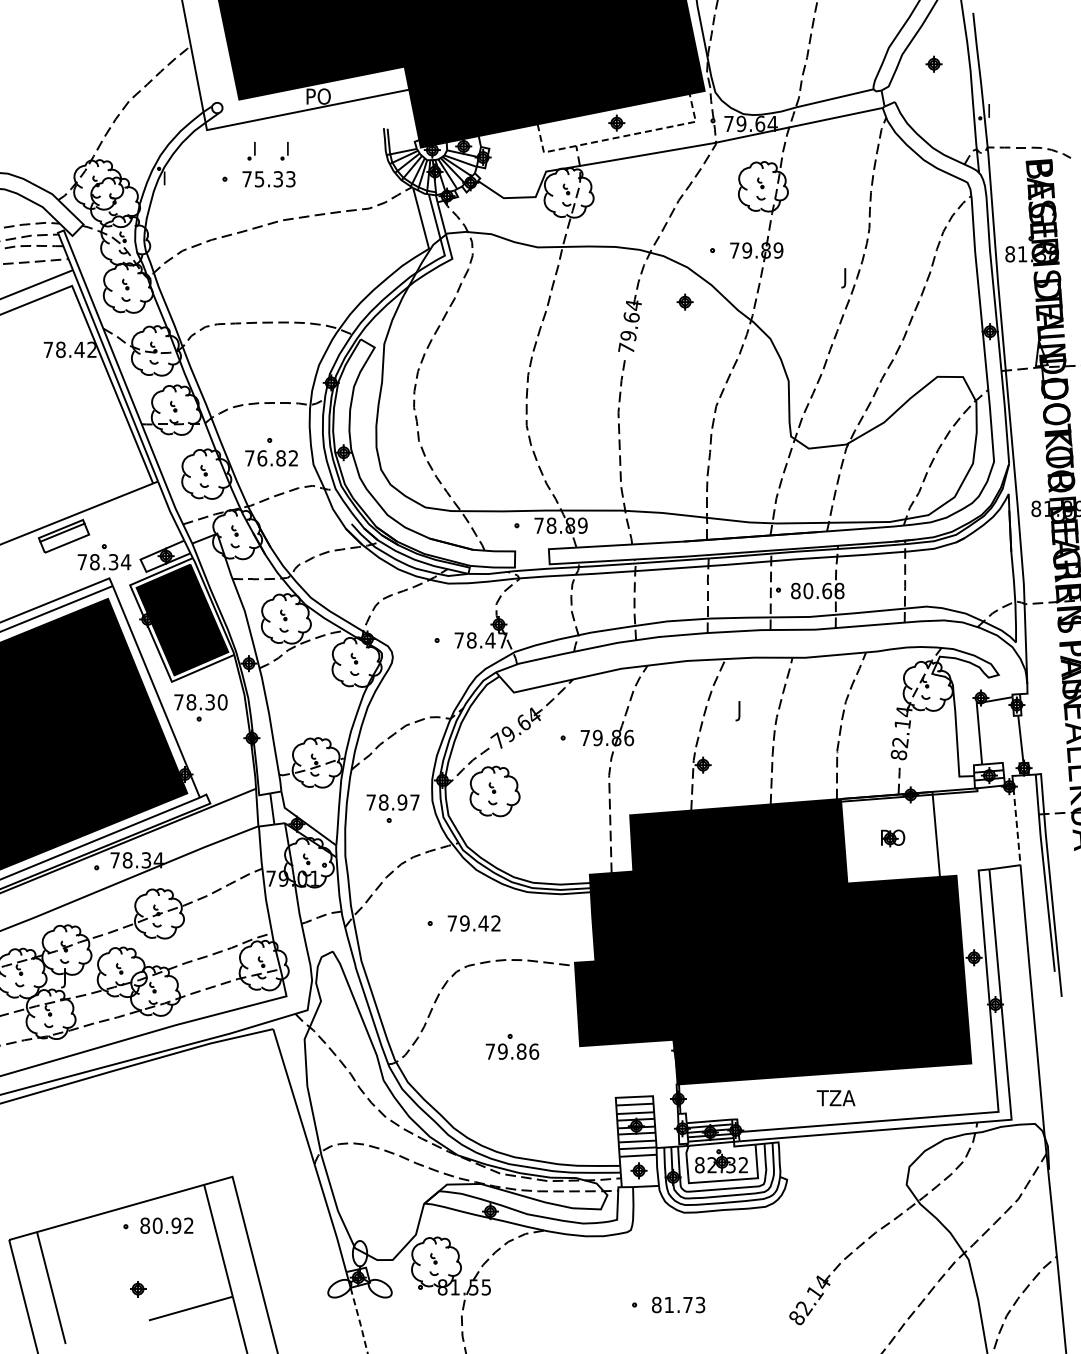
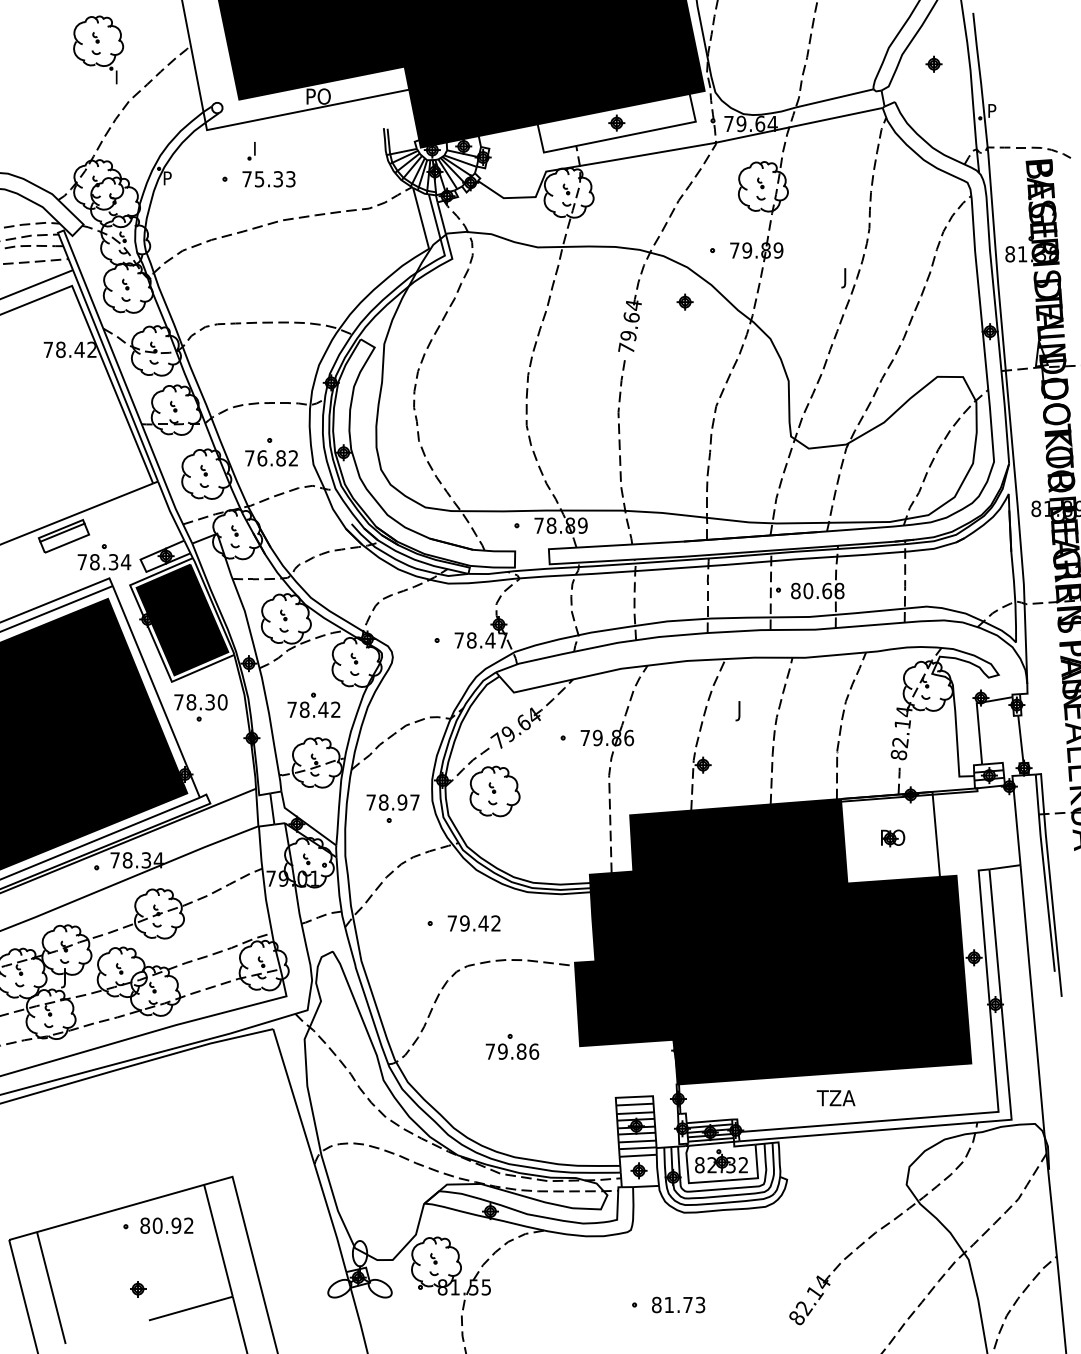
part at (98, 49): none -> present
text at (993, 108): I -> P
line at (620, 137): dashed -> solid
part at (284, 151): present -> none
text at (168, 175): I -> P
part at (313, 704): none -> present
line at (1017, 826): dashed -> solid
line at (359, 1321): dashed -> solid
